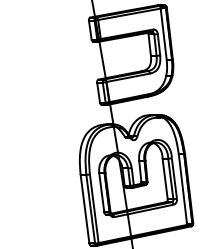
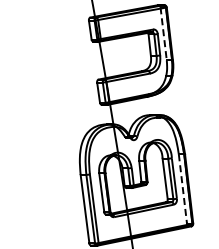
line at (163, 33): solid -> dashed
line at (182, 188): solid -> dashed
